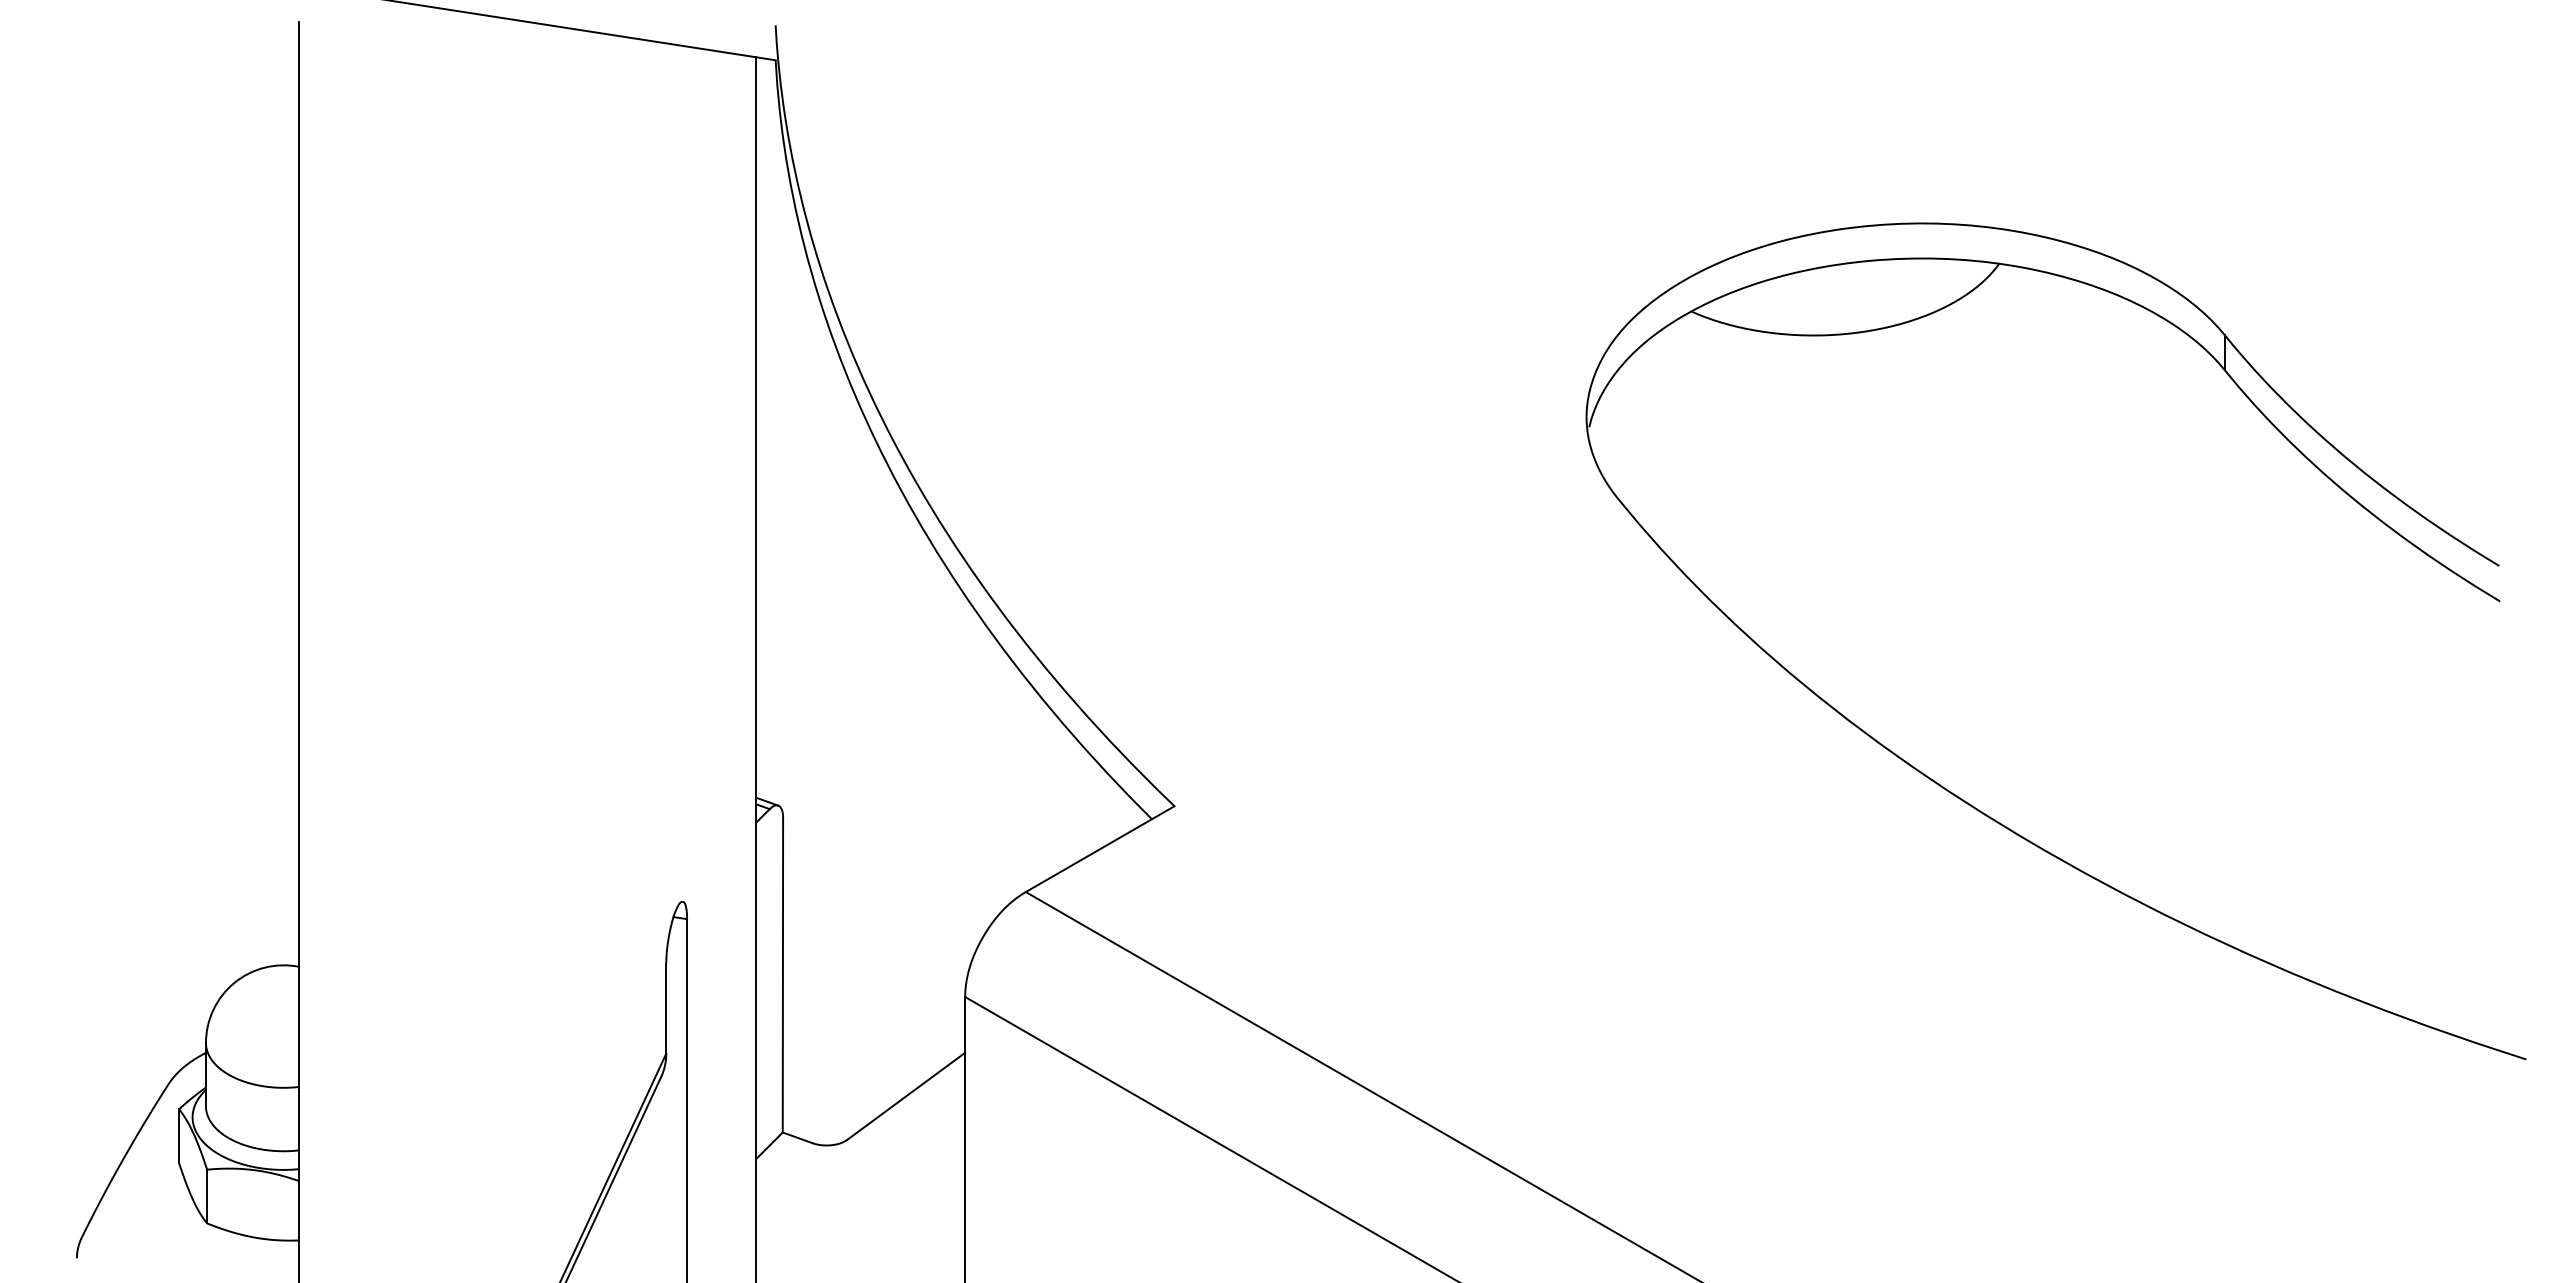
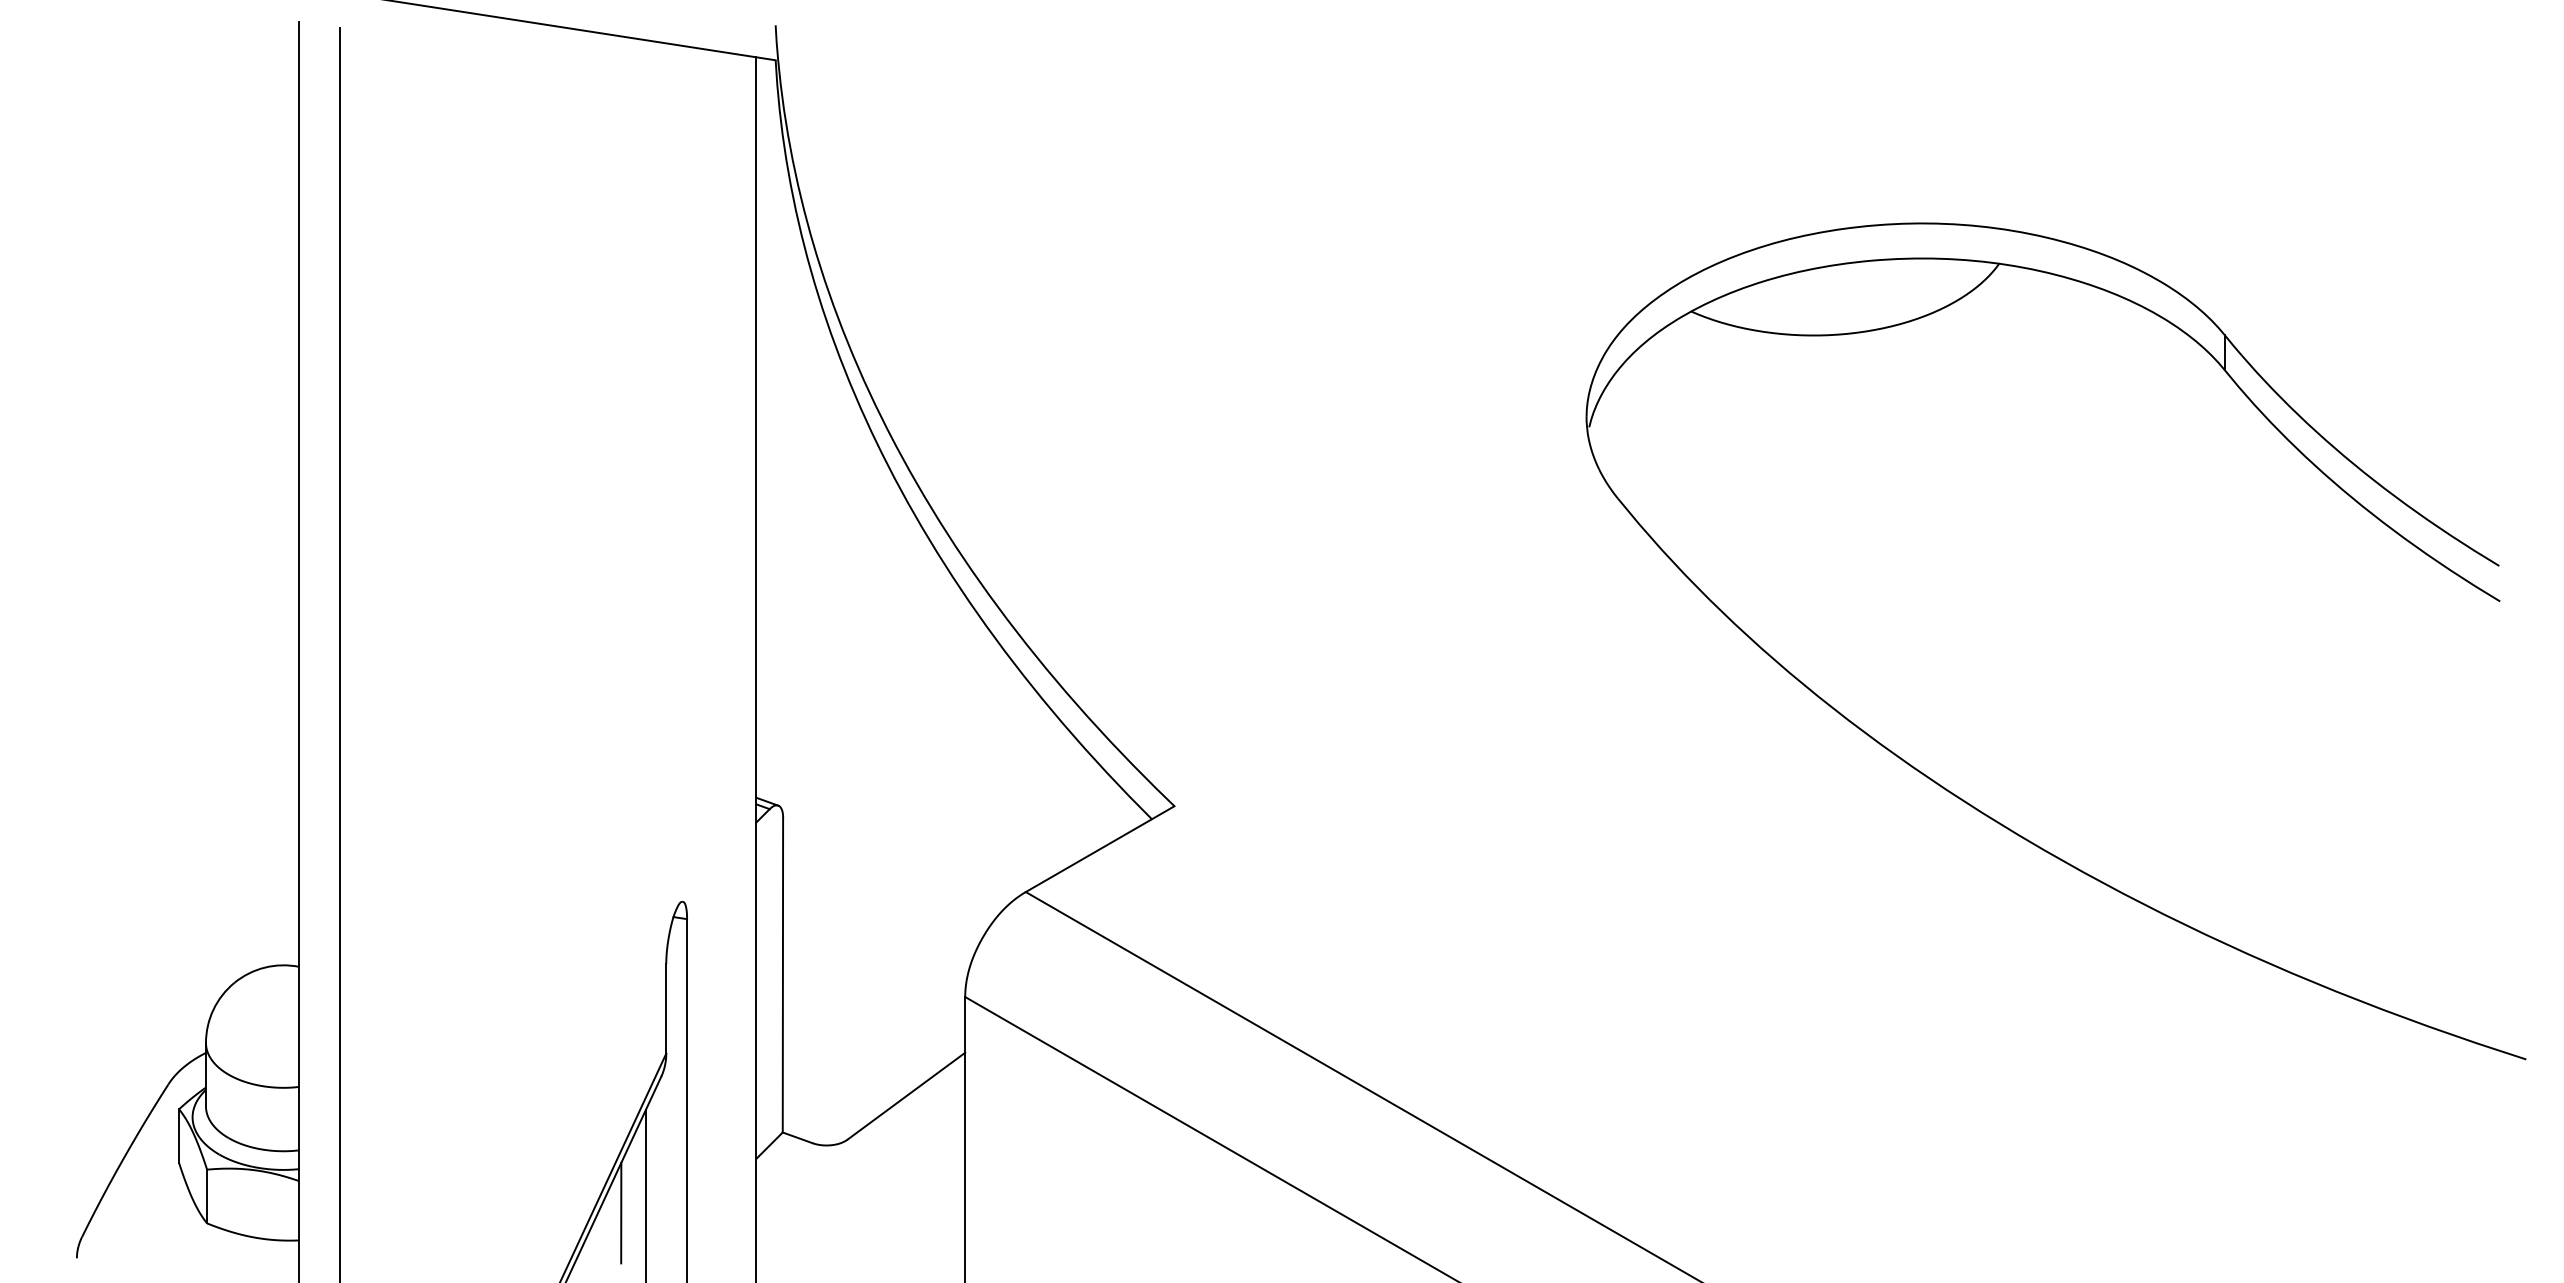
line at (340, 653): none -> present
line at (645, 1194): none -> present
line at (621, 1212): none -> present
